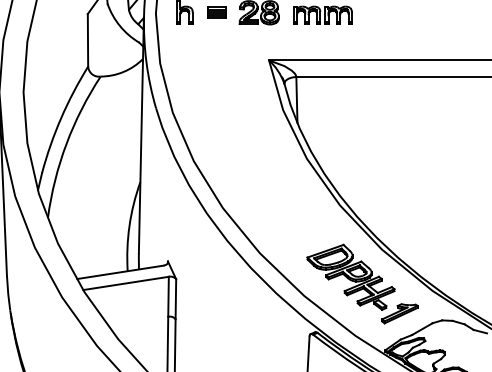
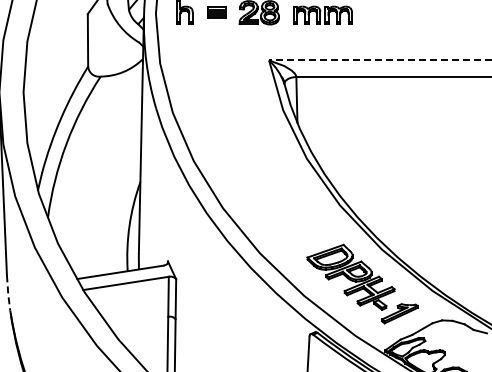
line at (380, 60): solid -> dashed
line at (8, 294): solid -> dashed
